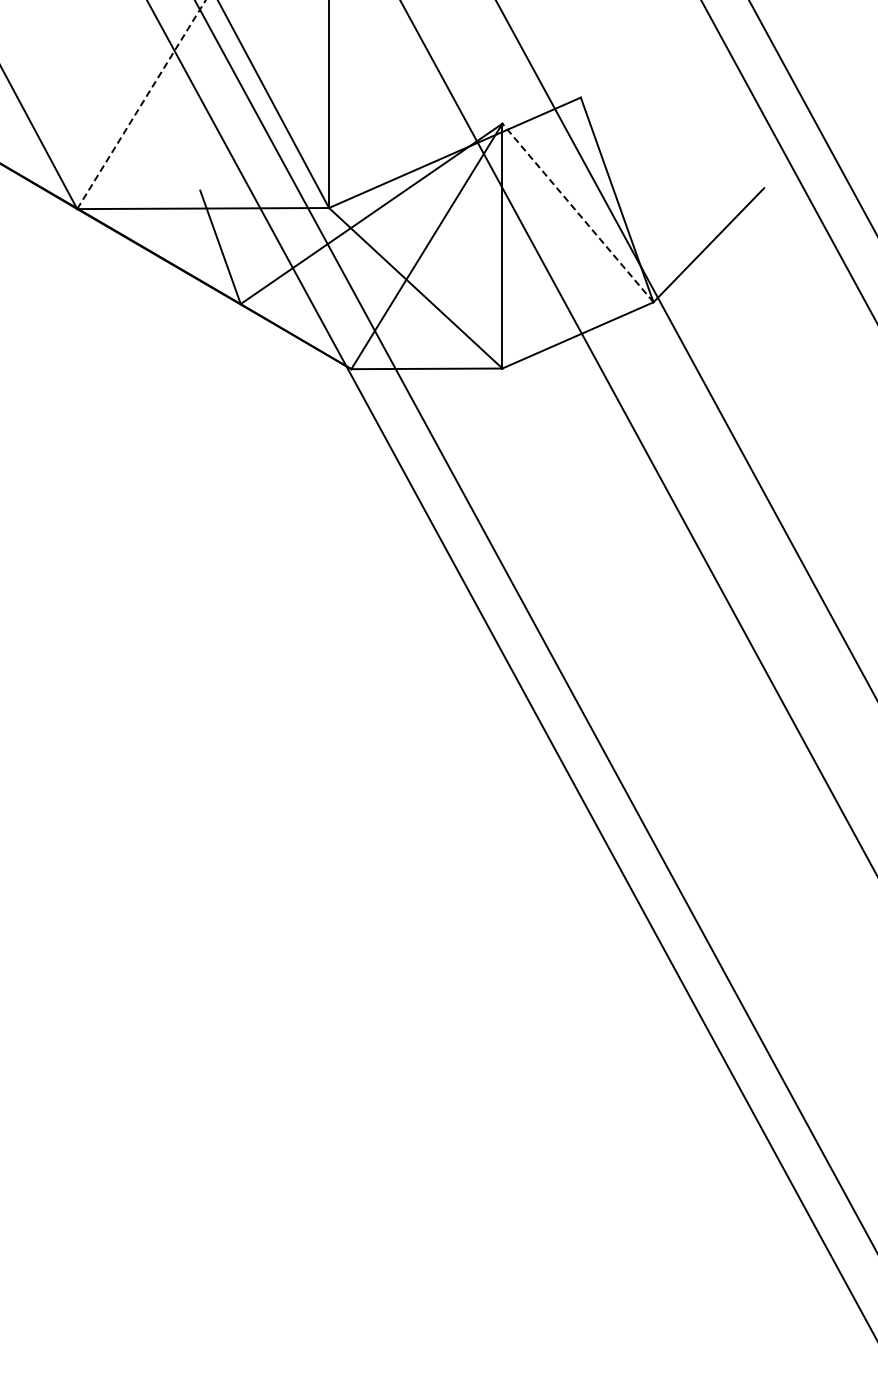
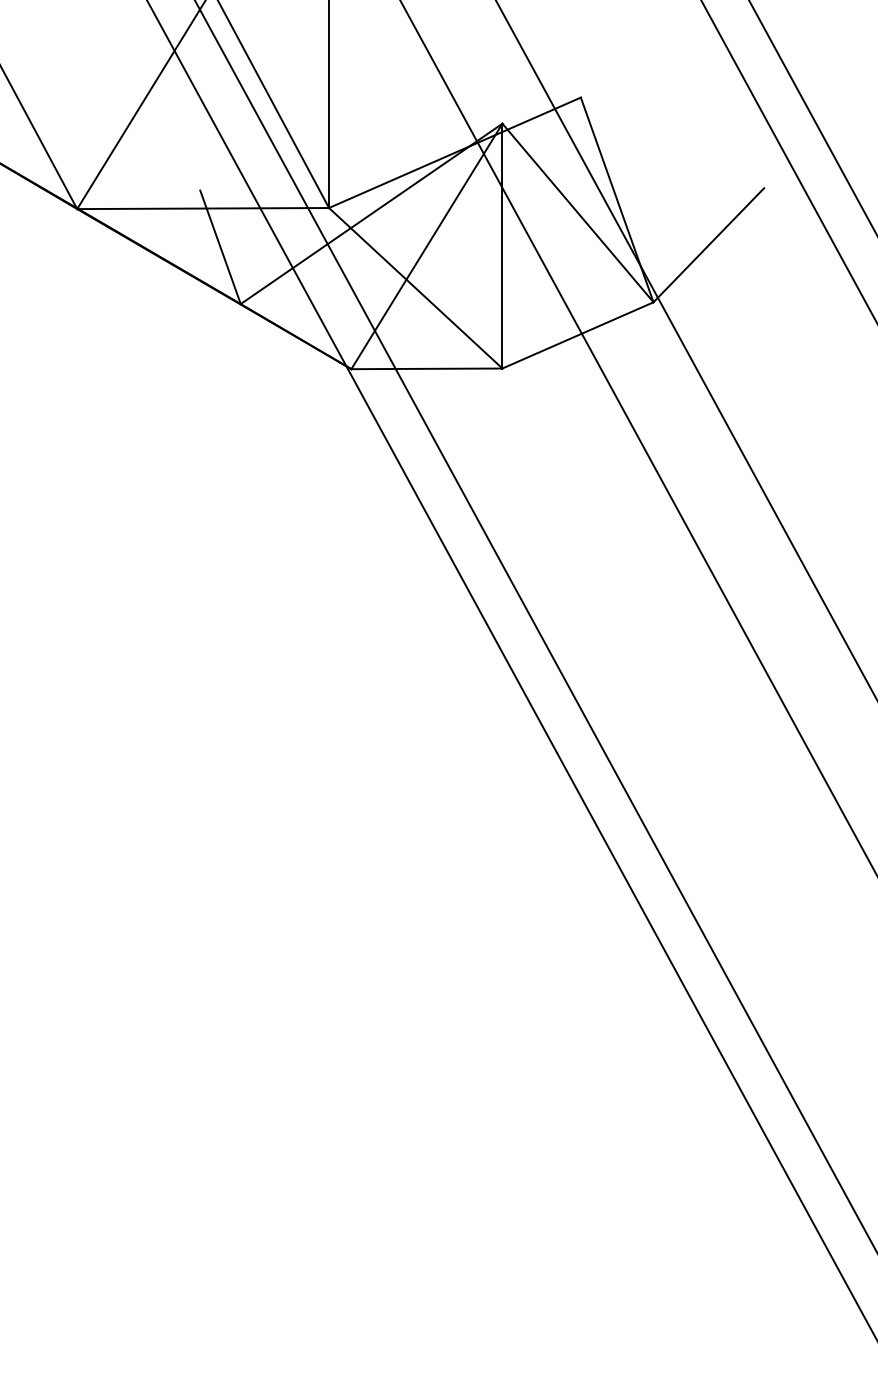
line at (141, 104): dashed -> solid
line at (578, 213): dashed -> solid
